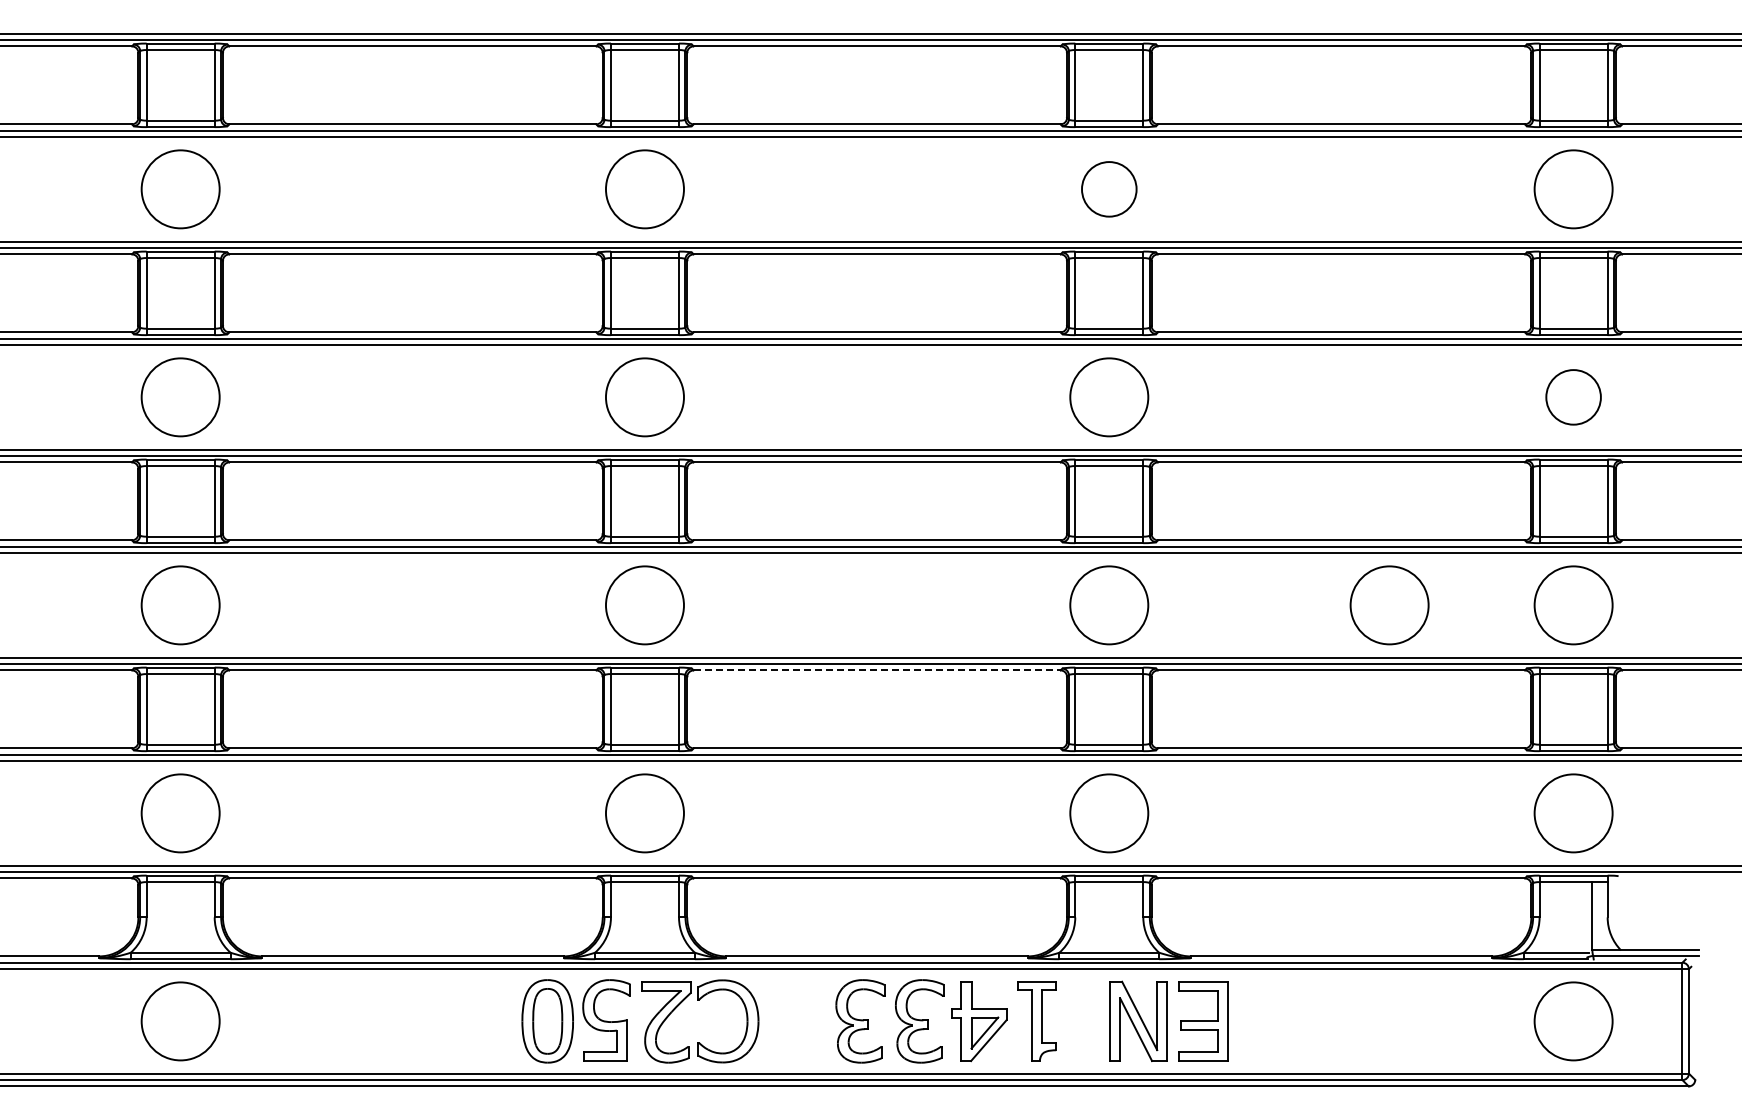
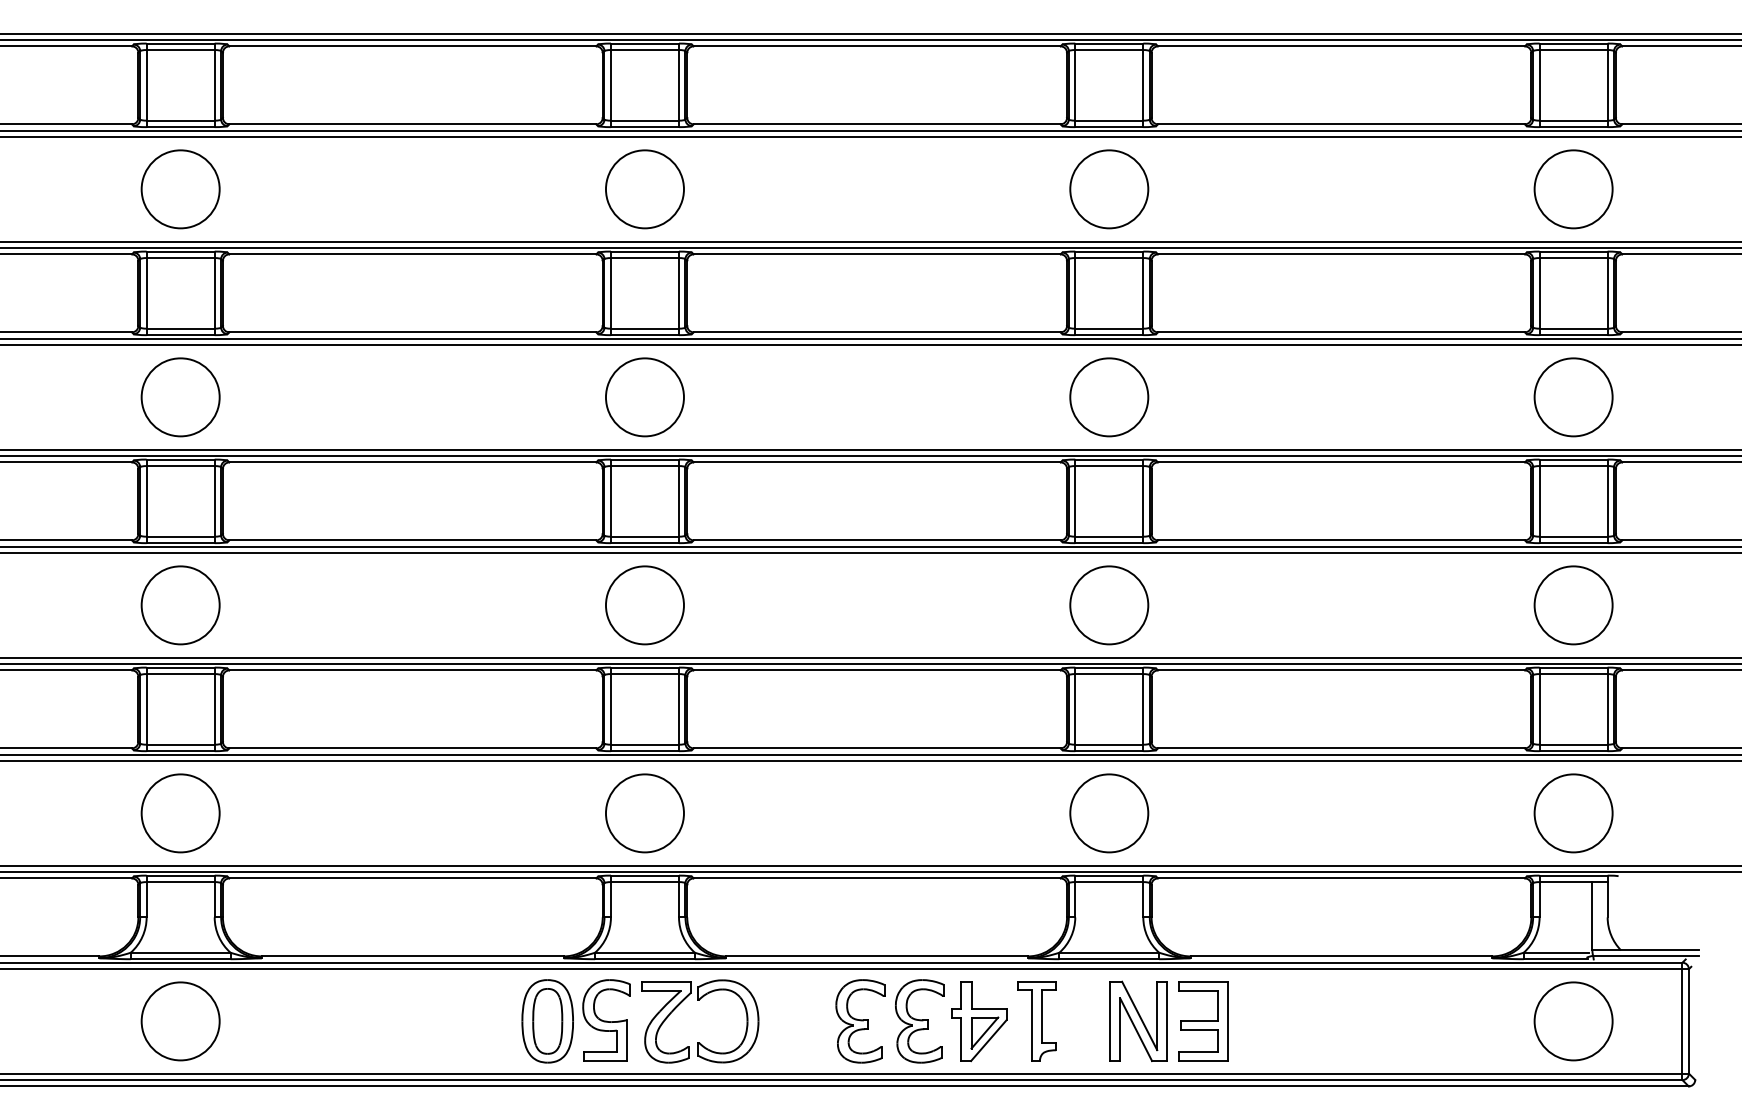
circle at (1109, 189) diameter: 55 px -> 78 px
circle at (1573, 397) diameter: 55 px -> 78 px
circle at (1389, 605): present -> none
line at (877, 670): dashed -> solid
